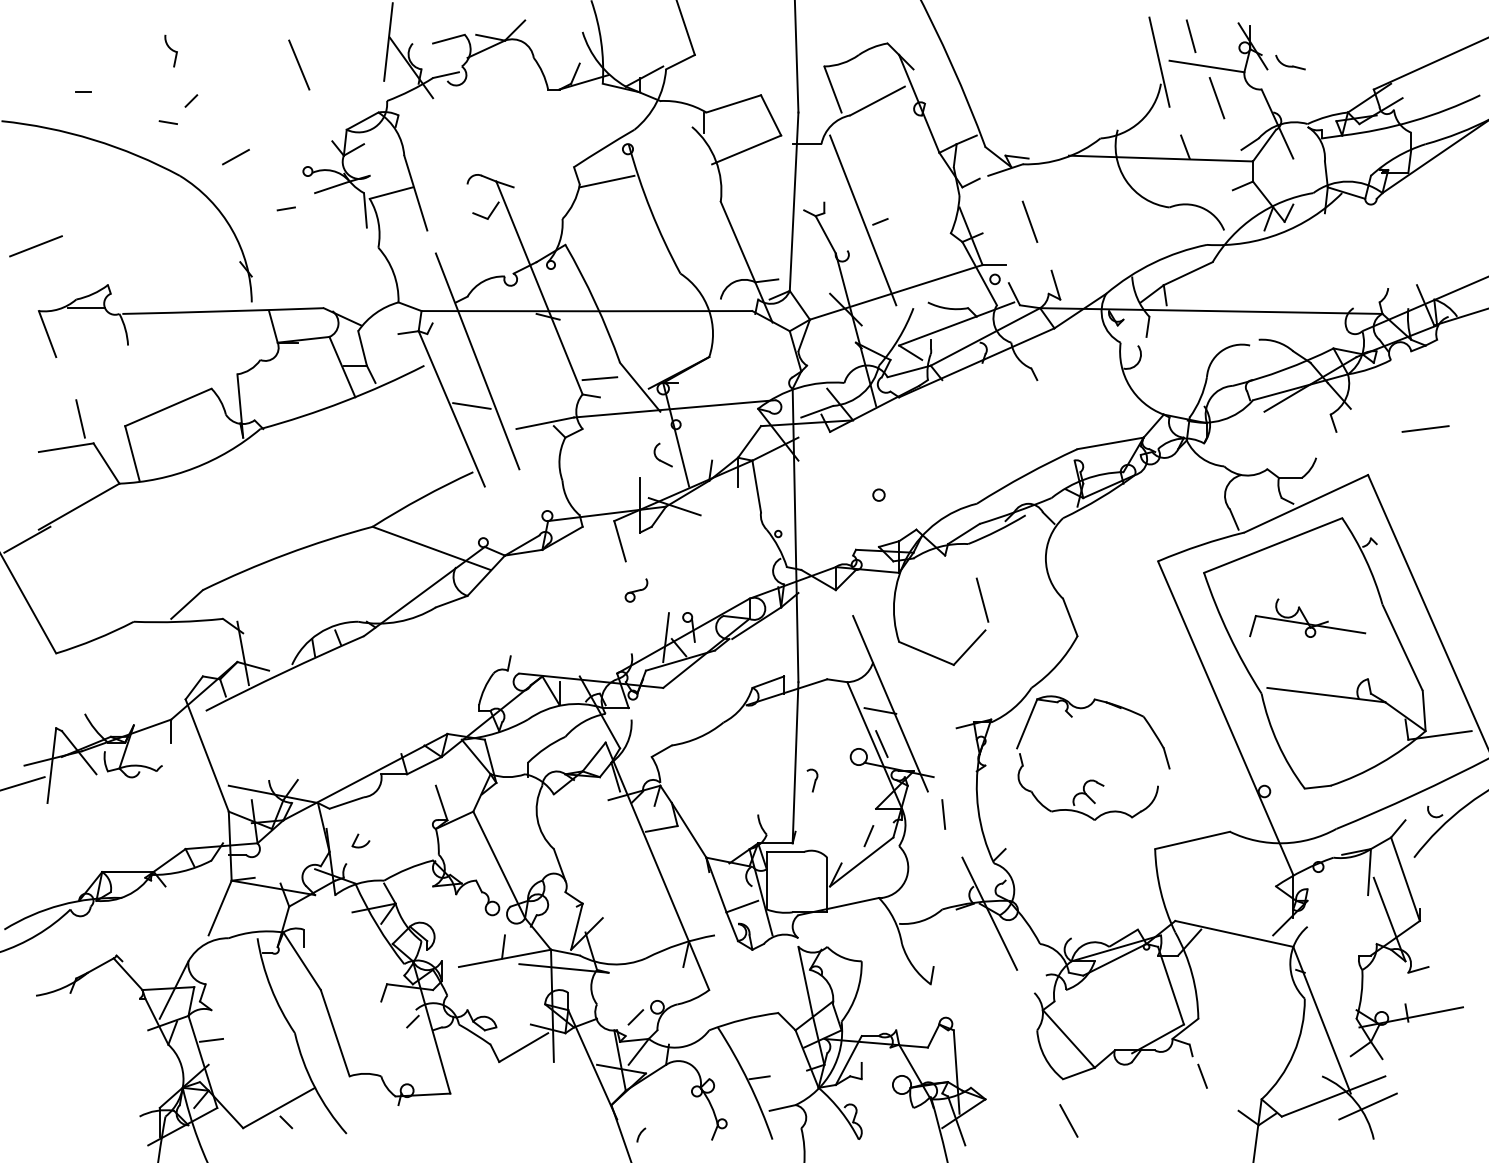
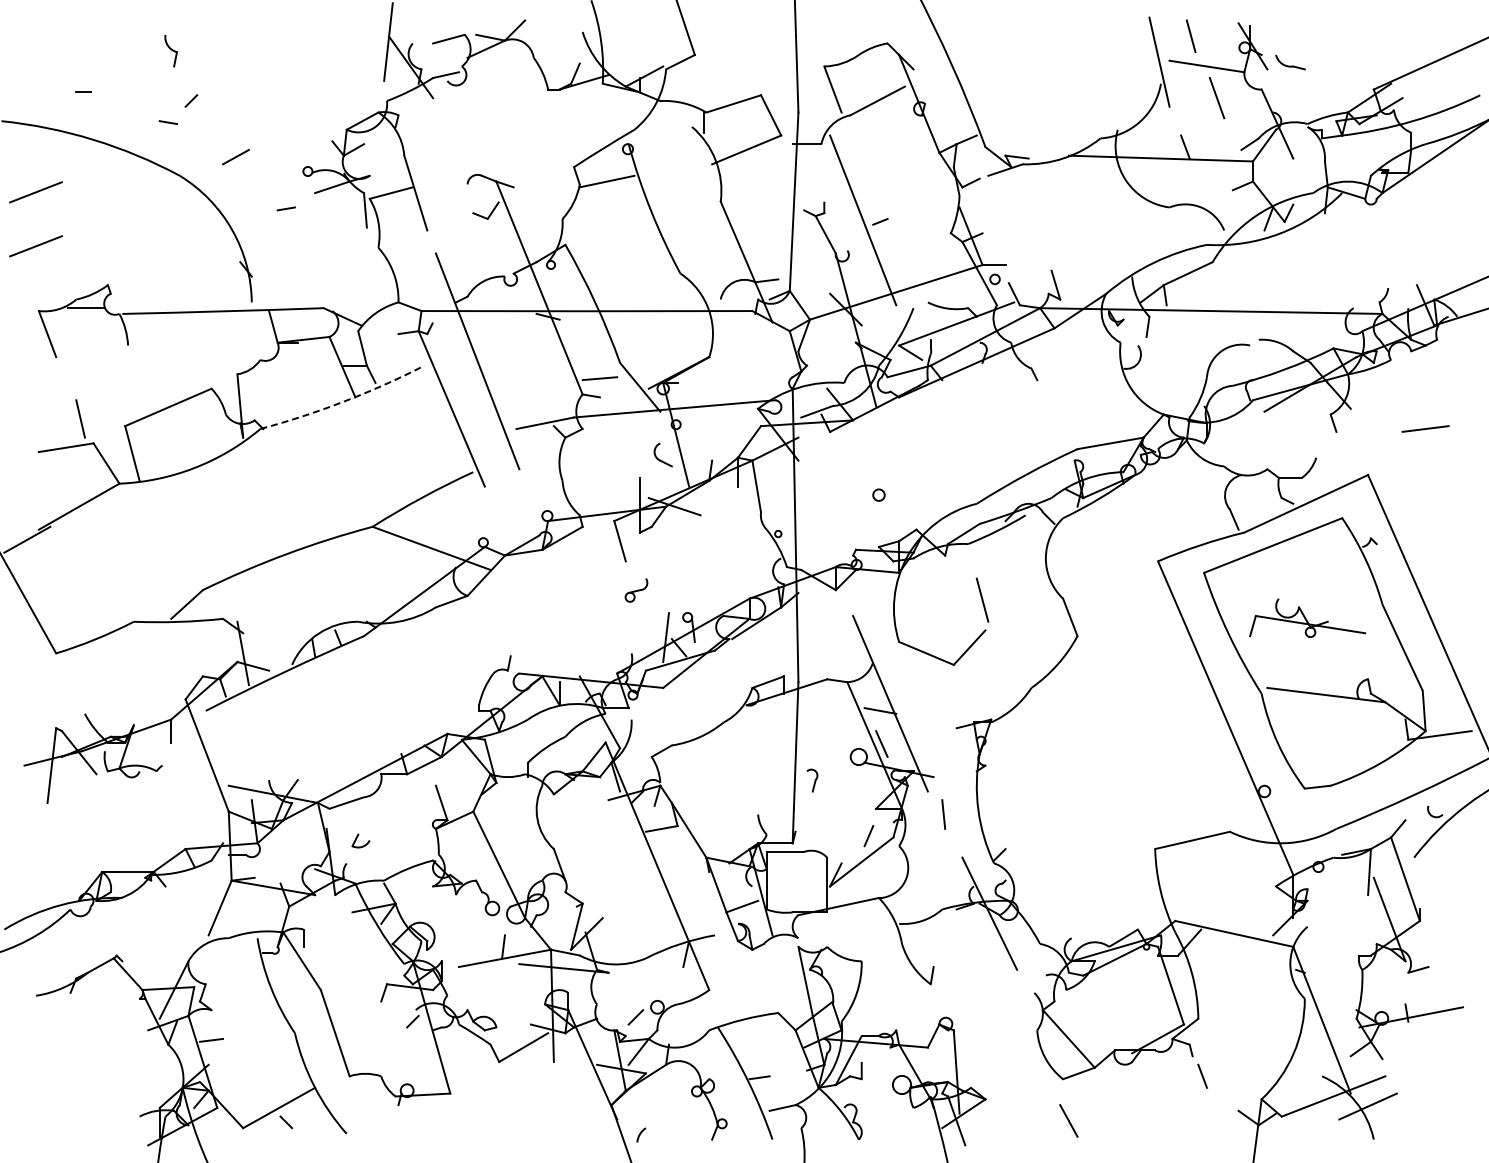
line at (299, 64): present -> none
line at (35, 192): none -> present
line at (1029, 221): present -> none
arc at (344, 401): solid -> dashed
line at (471, 405): present -> none
part at (1093, 779): present -> none
line at (23, 783): present -> none
